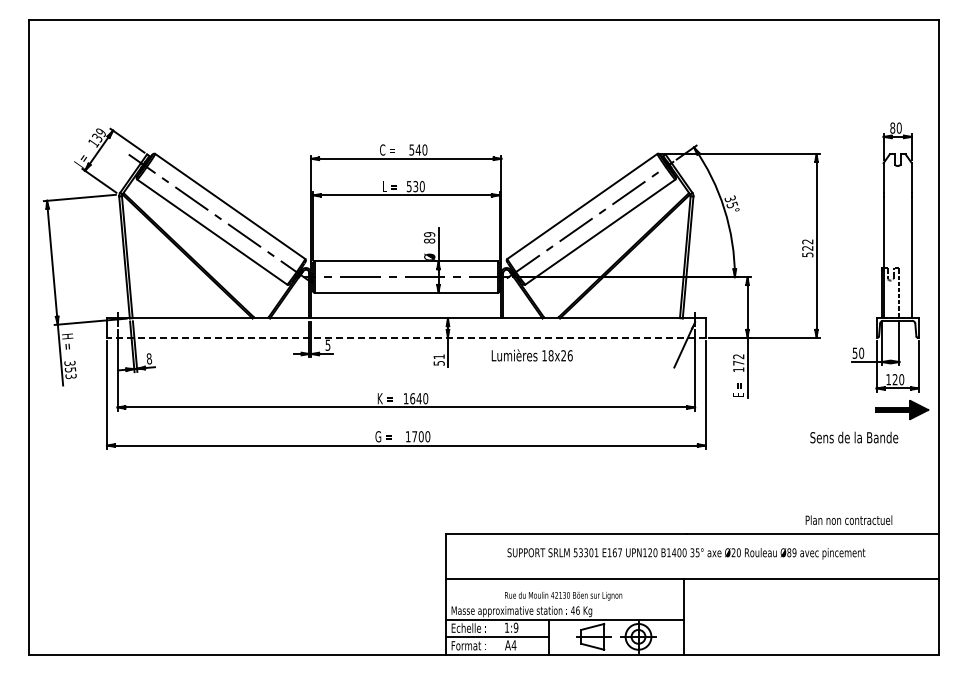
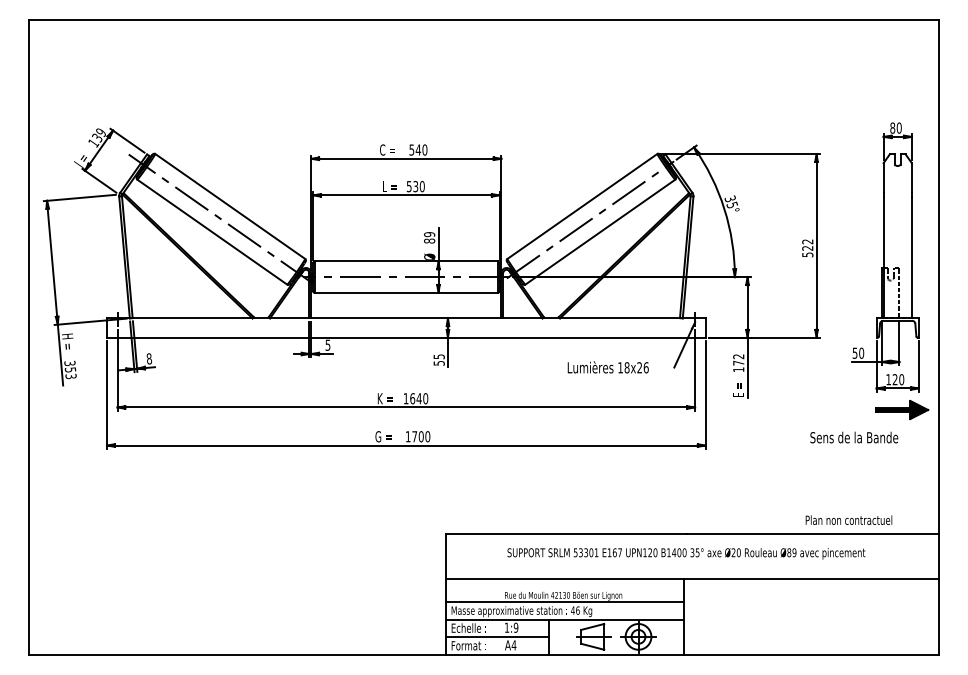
line at (405, 337): dashed -> solid
text at (531, 355) position: (531, 355) -> (607, 367)
text at (438, 356): 51 -> 55
line at (564, 602): none -> present
